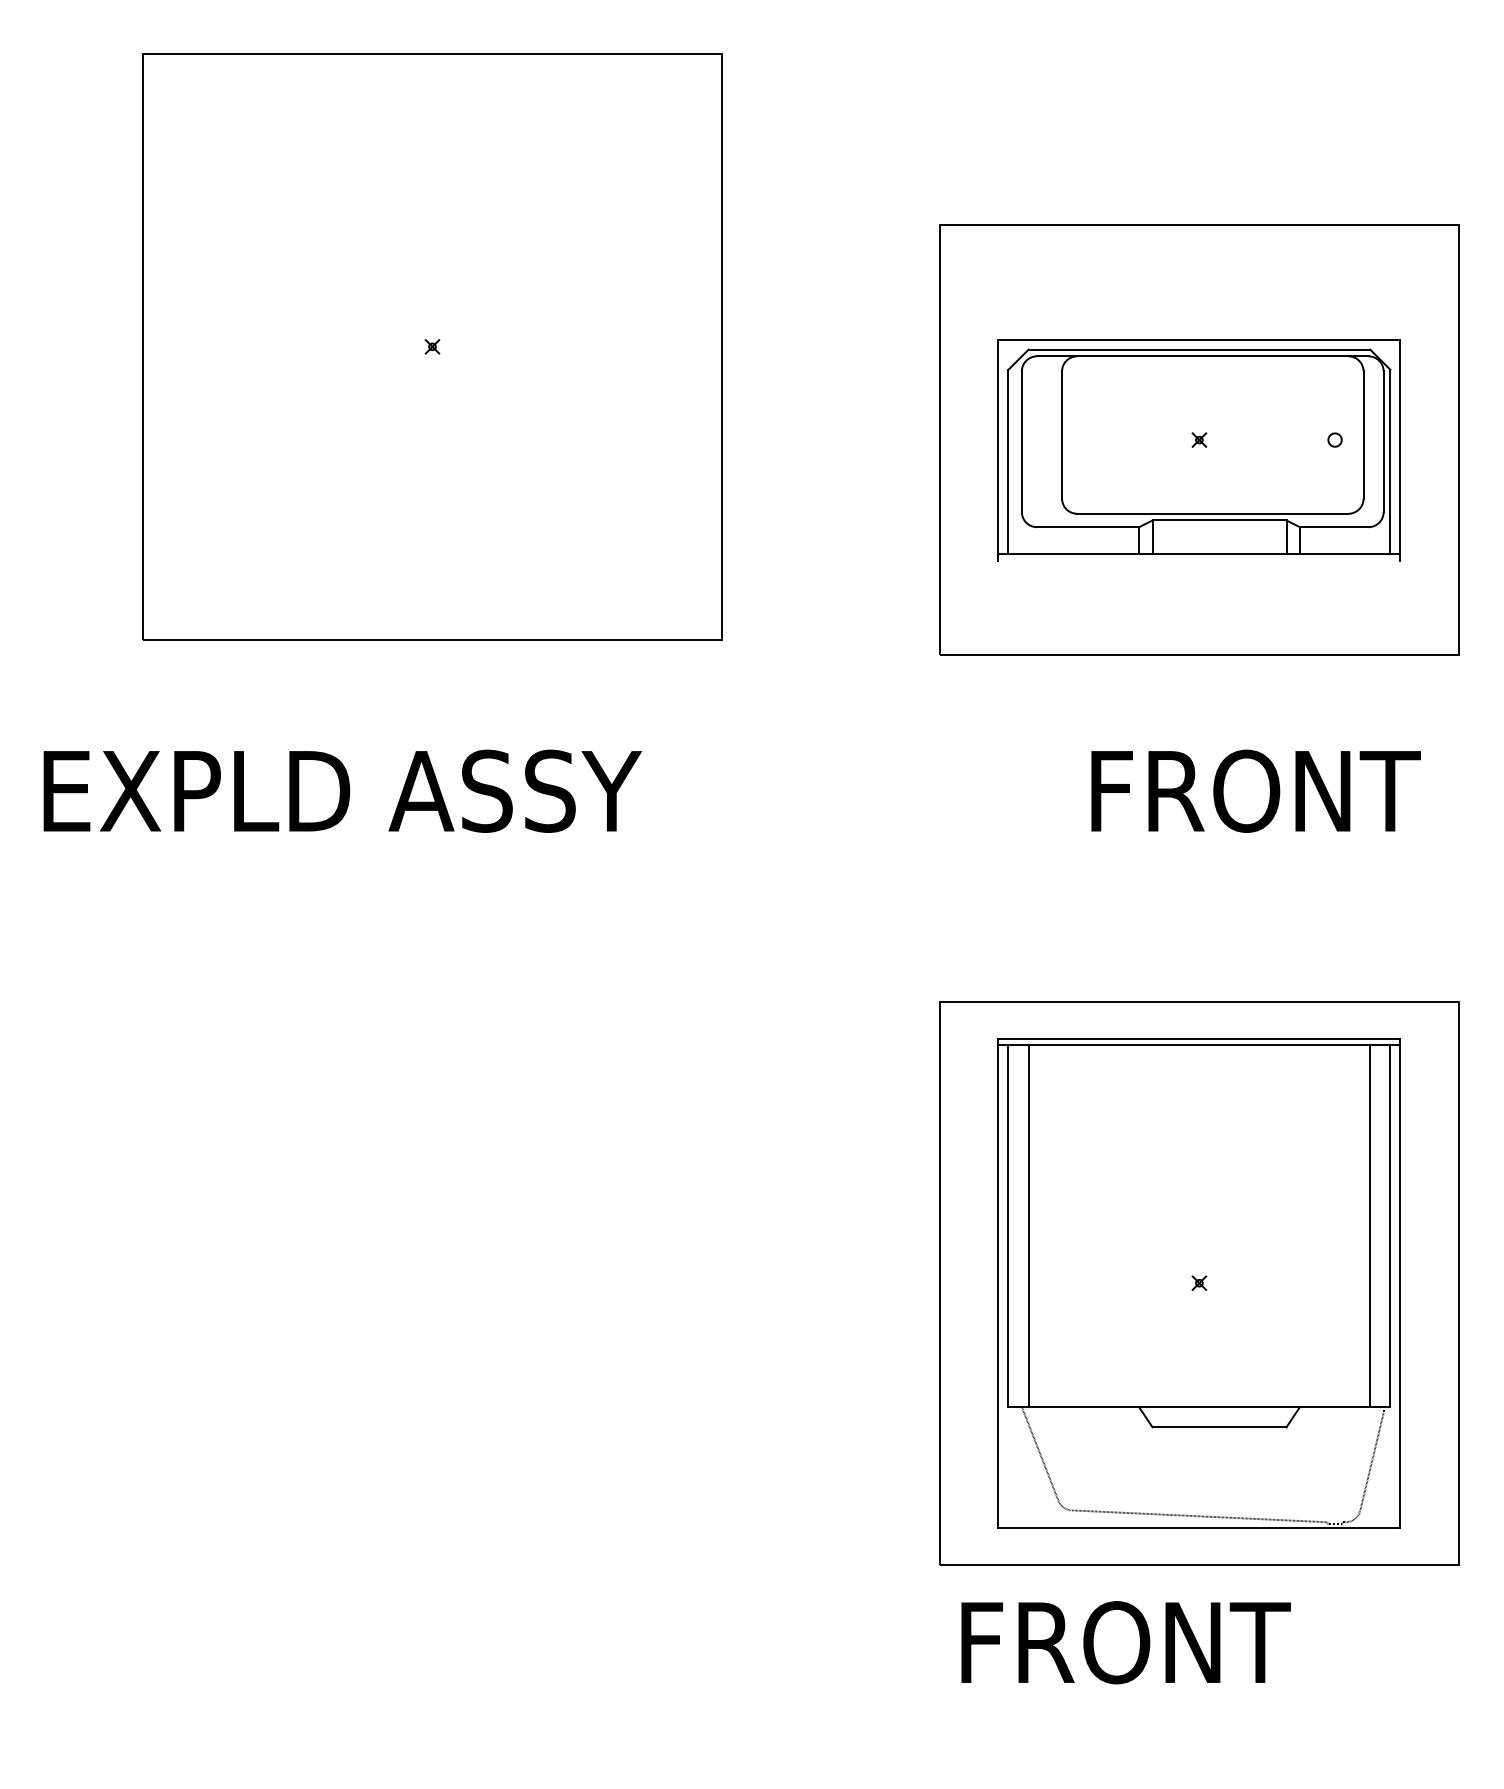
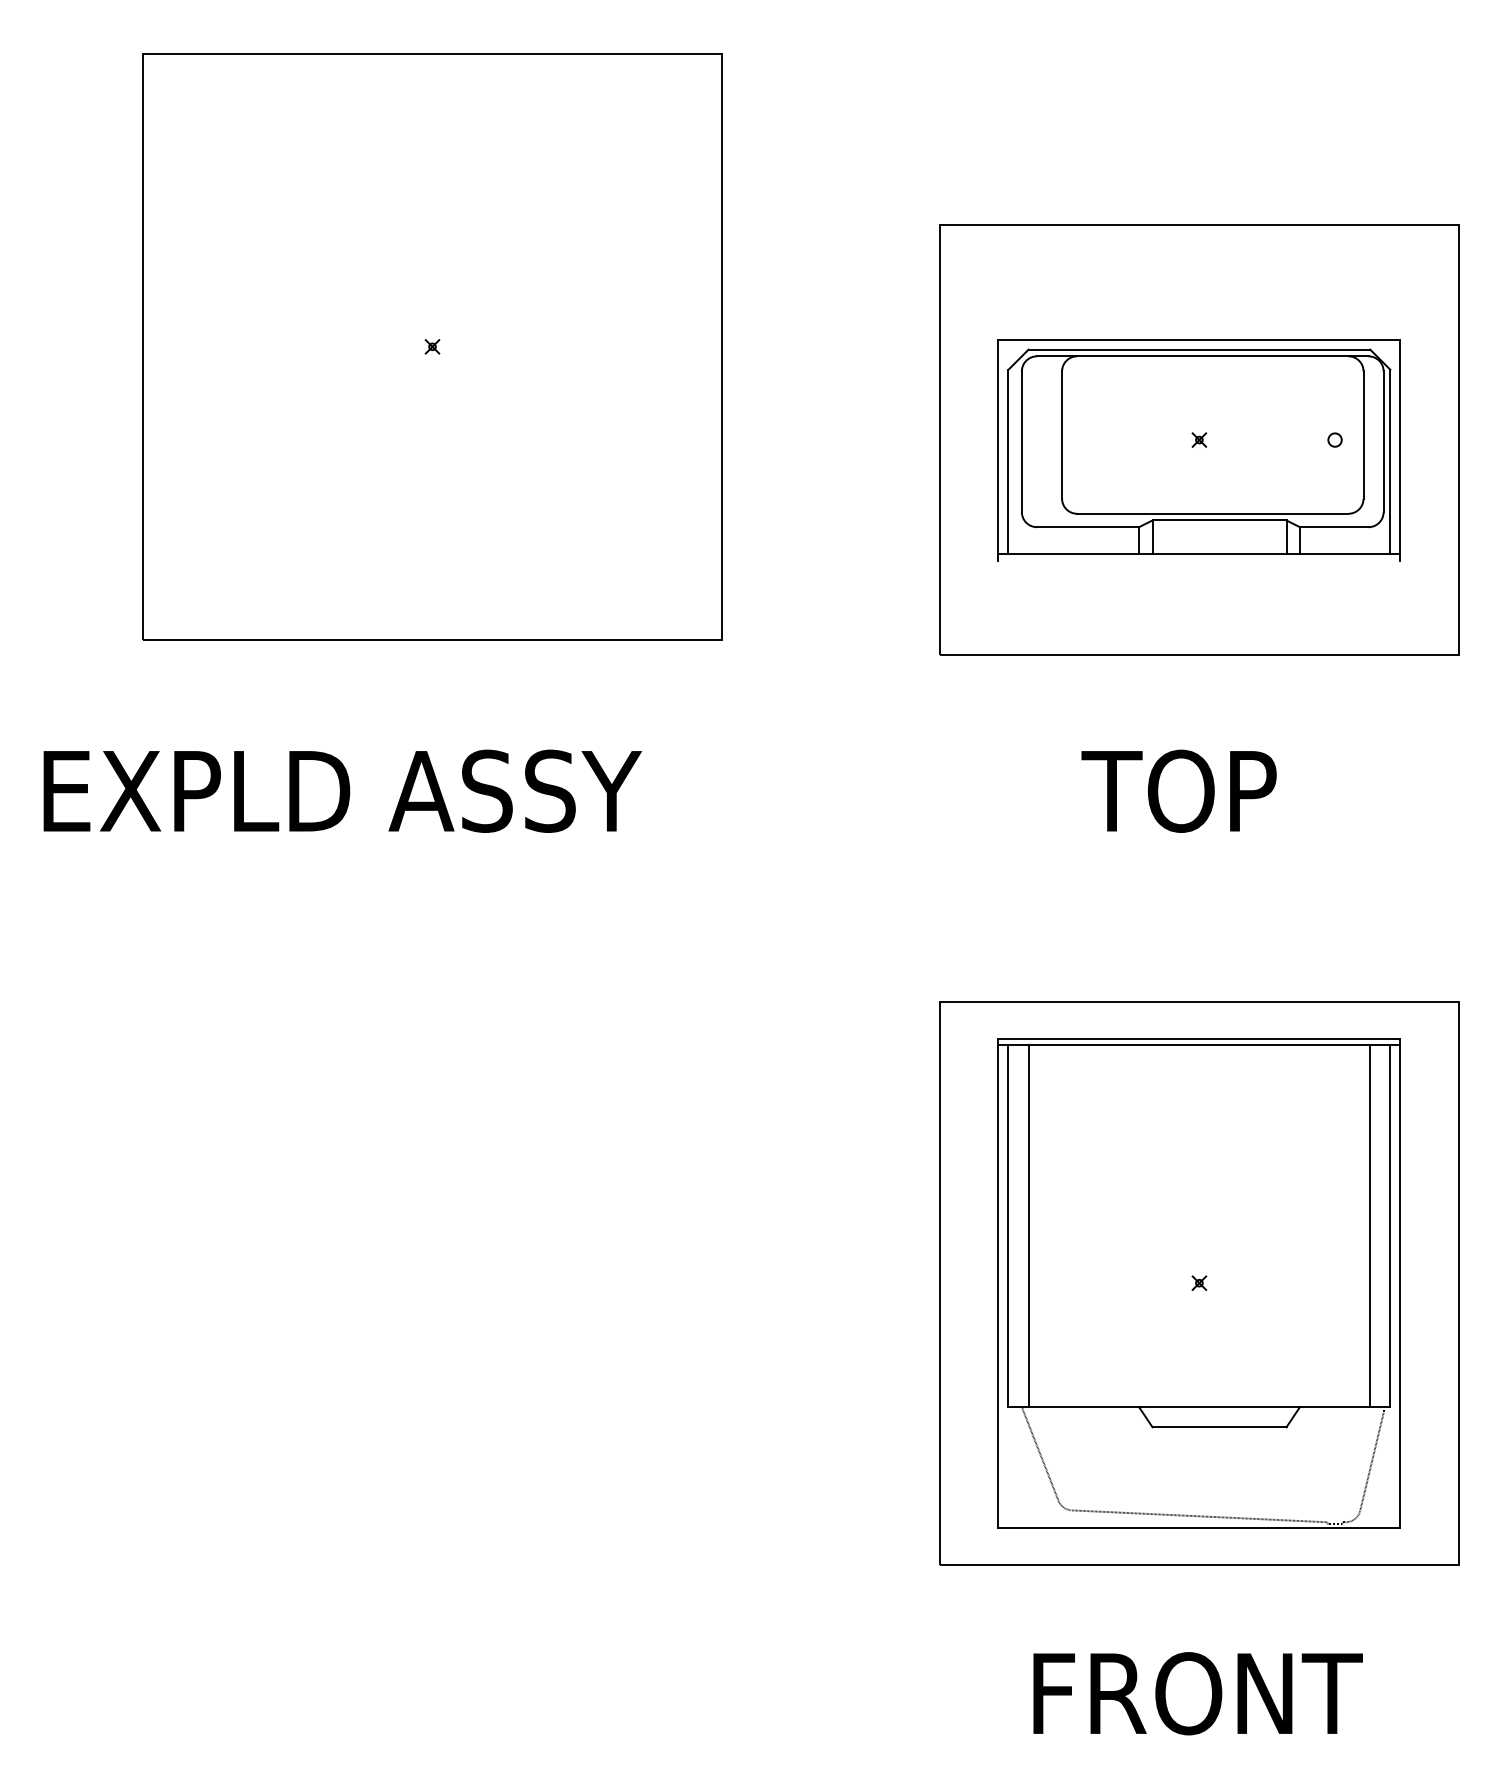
text at (1250, 790): FRONT -> TOP
text at (1125, 1642) position: (1125, 1642) -> (1197, 1693)
